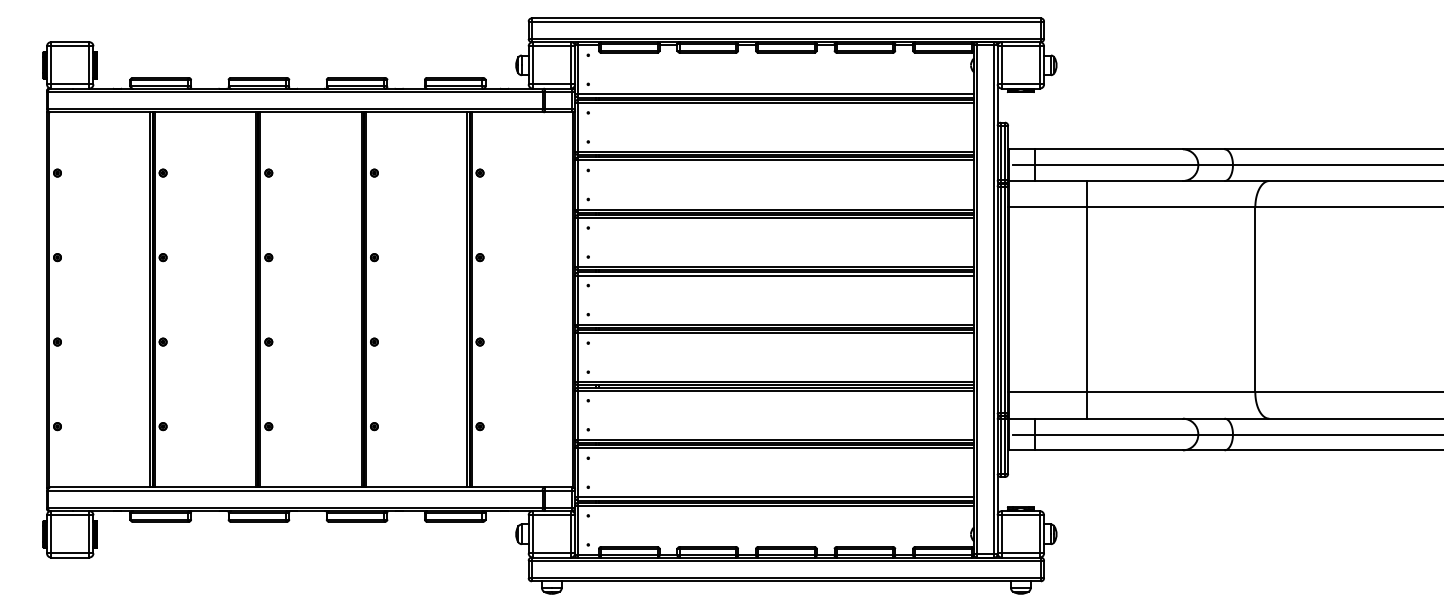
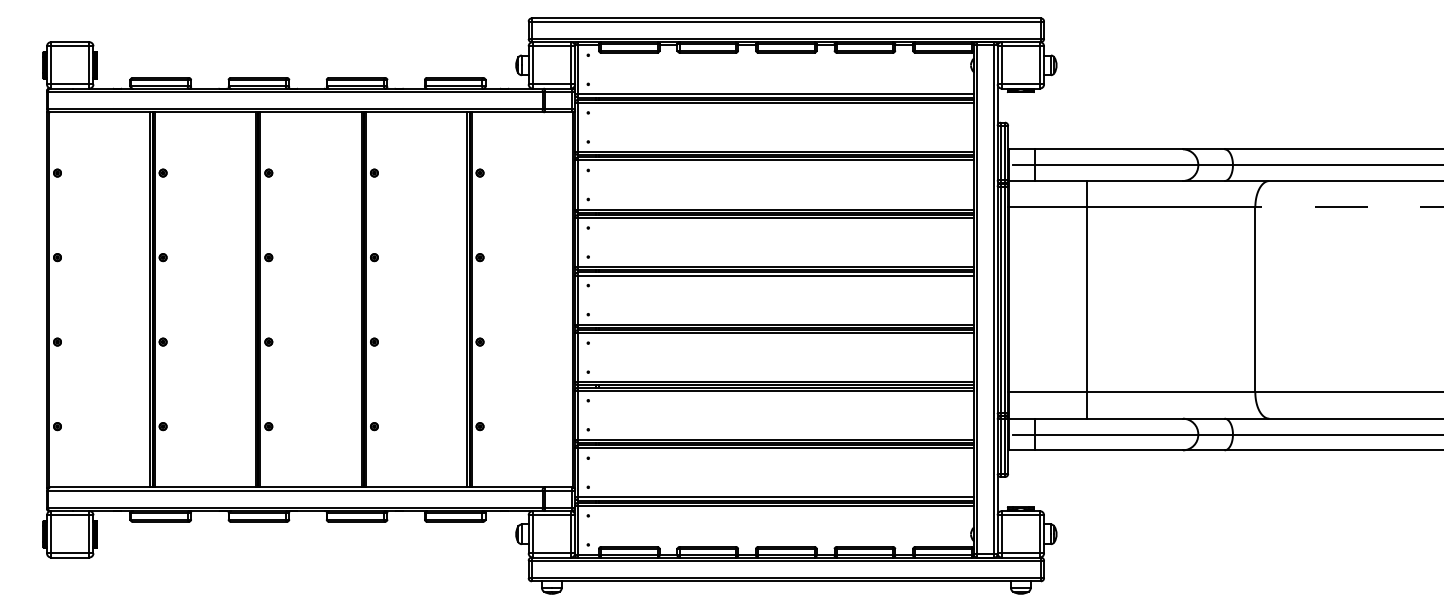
line at (1349, 207): solid -> dashed
